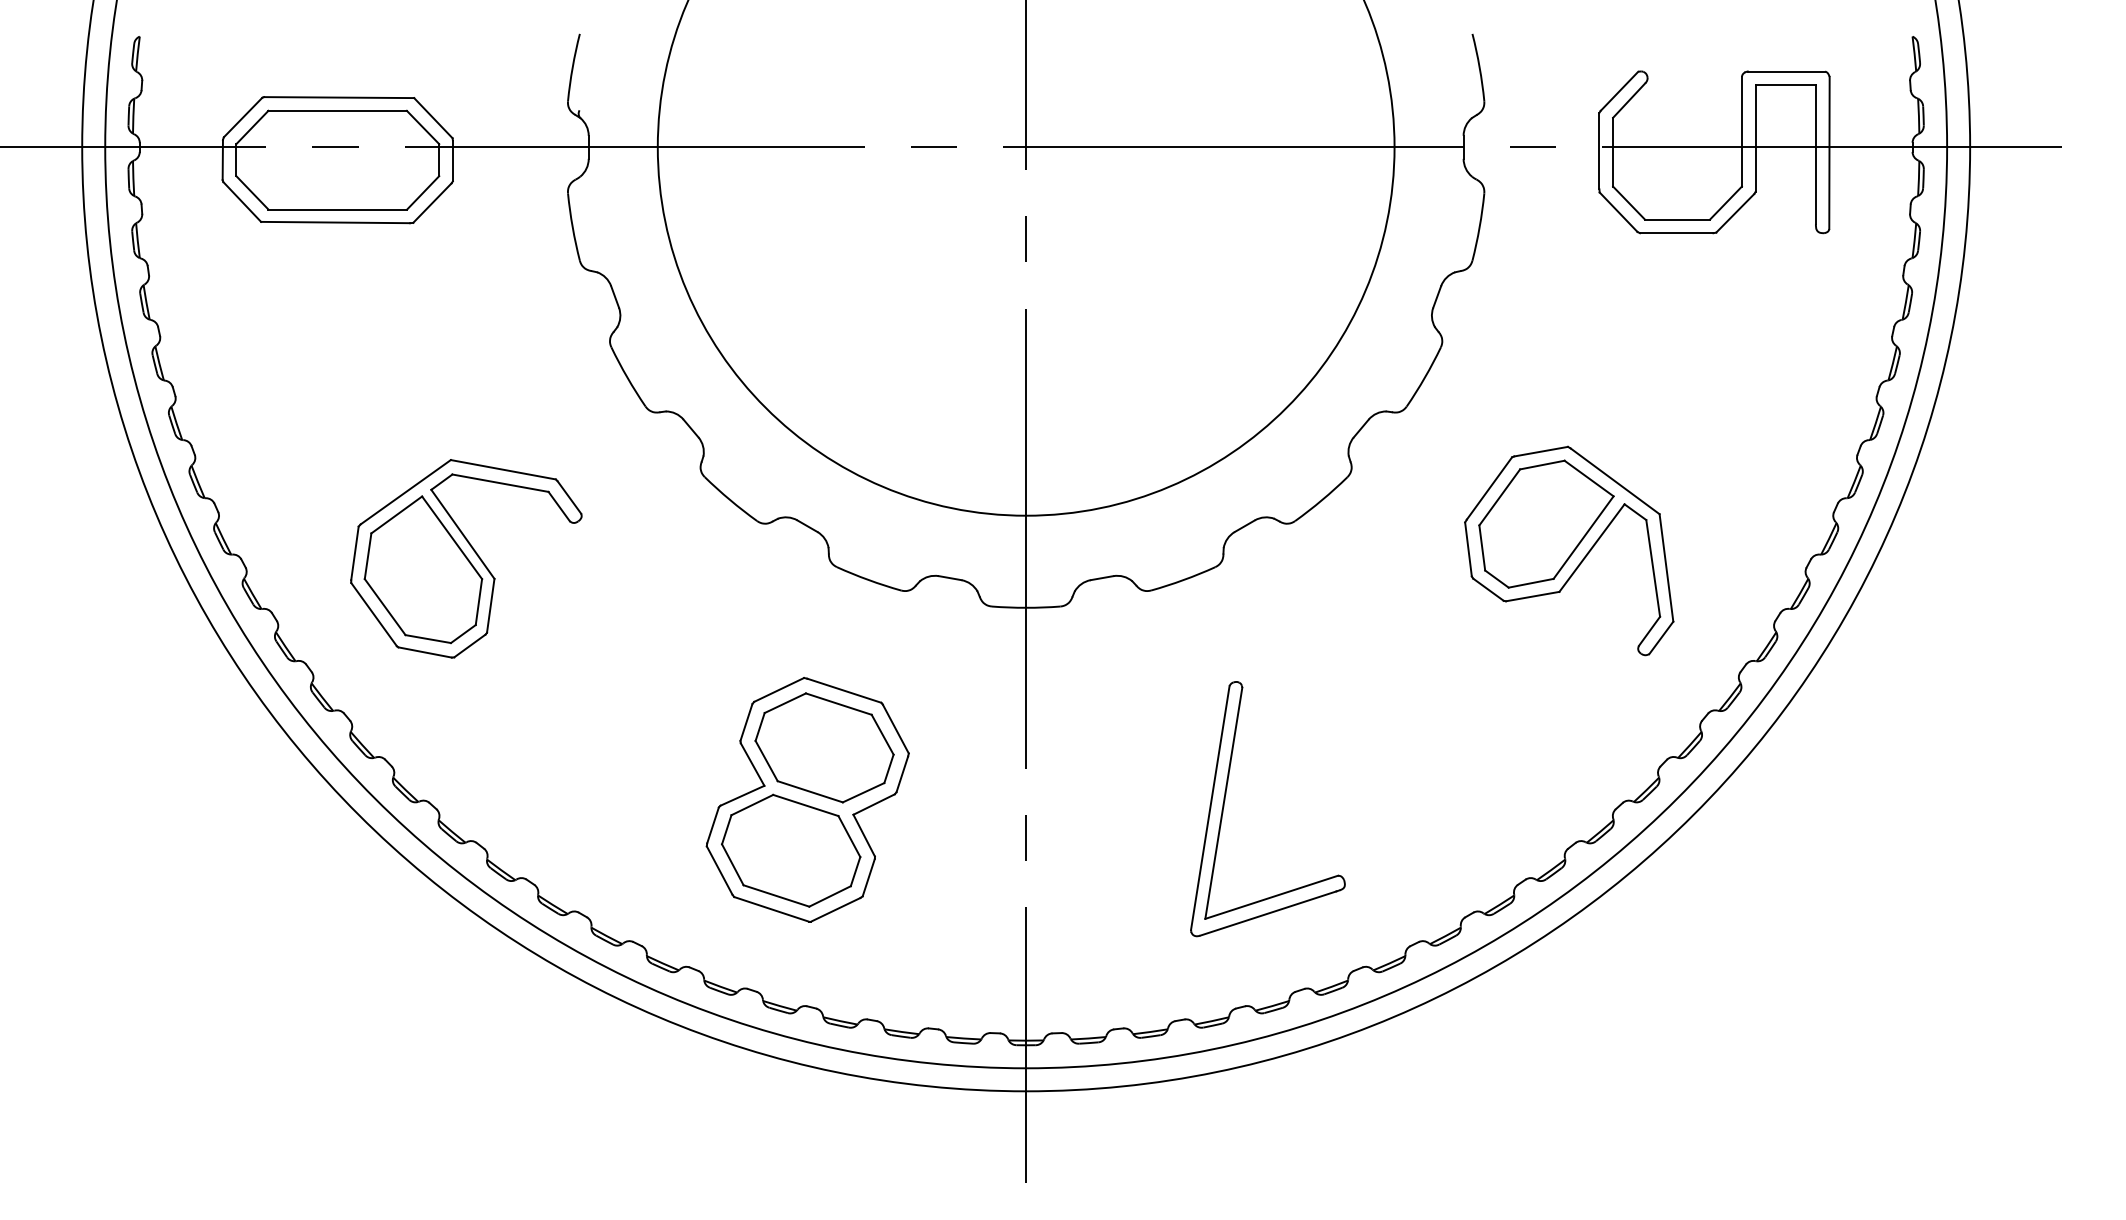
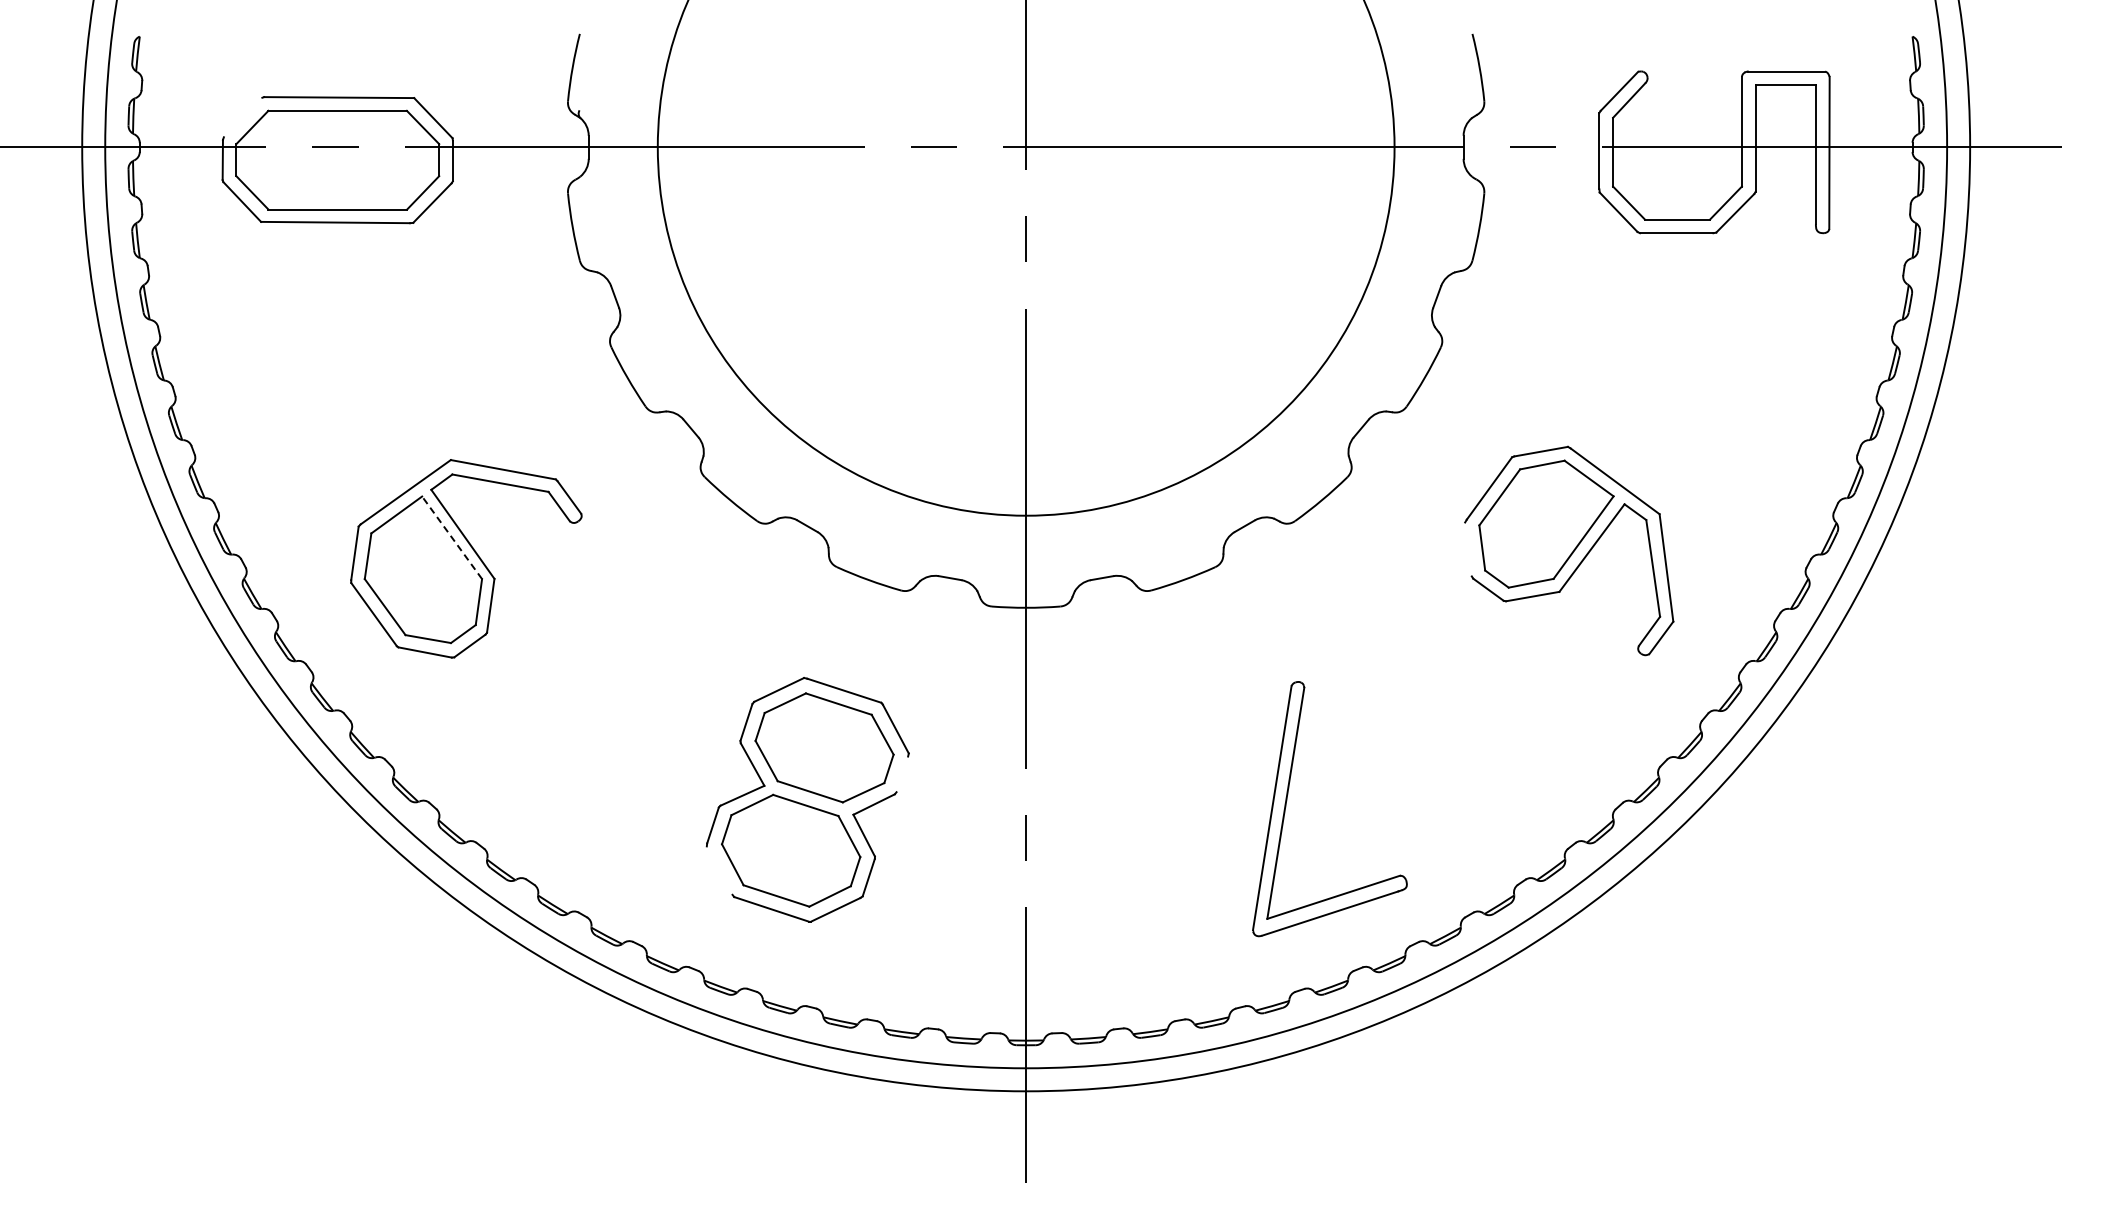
line at (242, 117): present -> none
line at (451, 537): solid -> dashed
line at (1468, 549): present -> none
line at (902, 774): present -> none
part at (1225, 800) position: (1225, 800) -> (1287, 800)
line at (719, 870): present -> none
